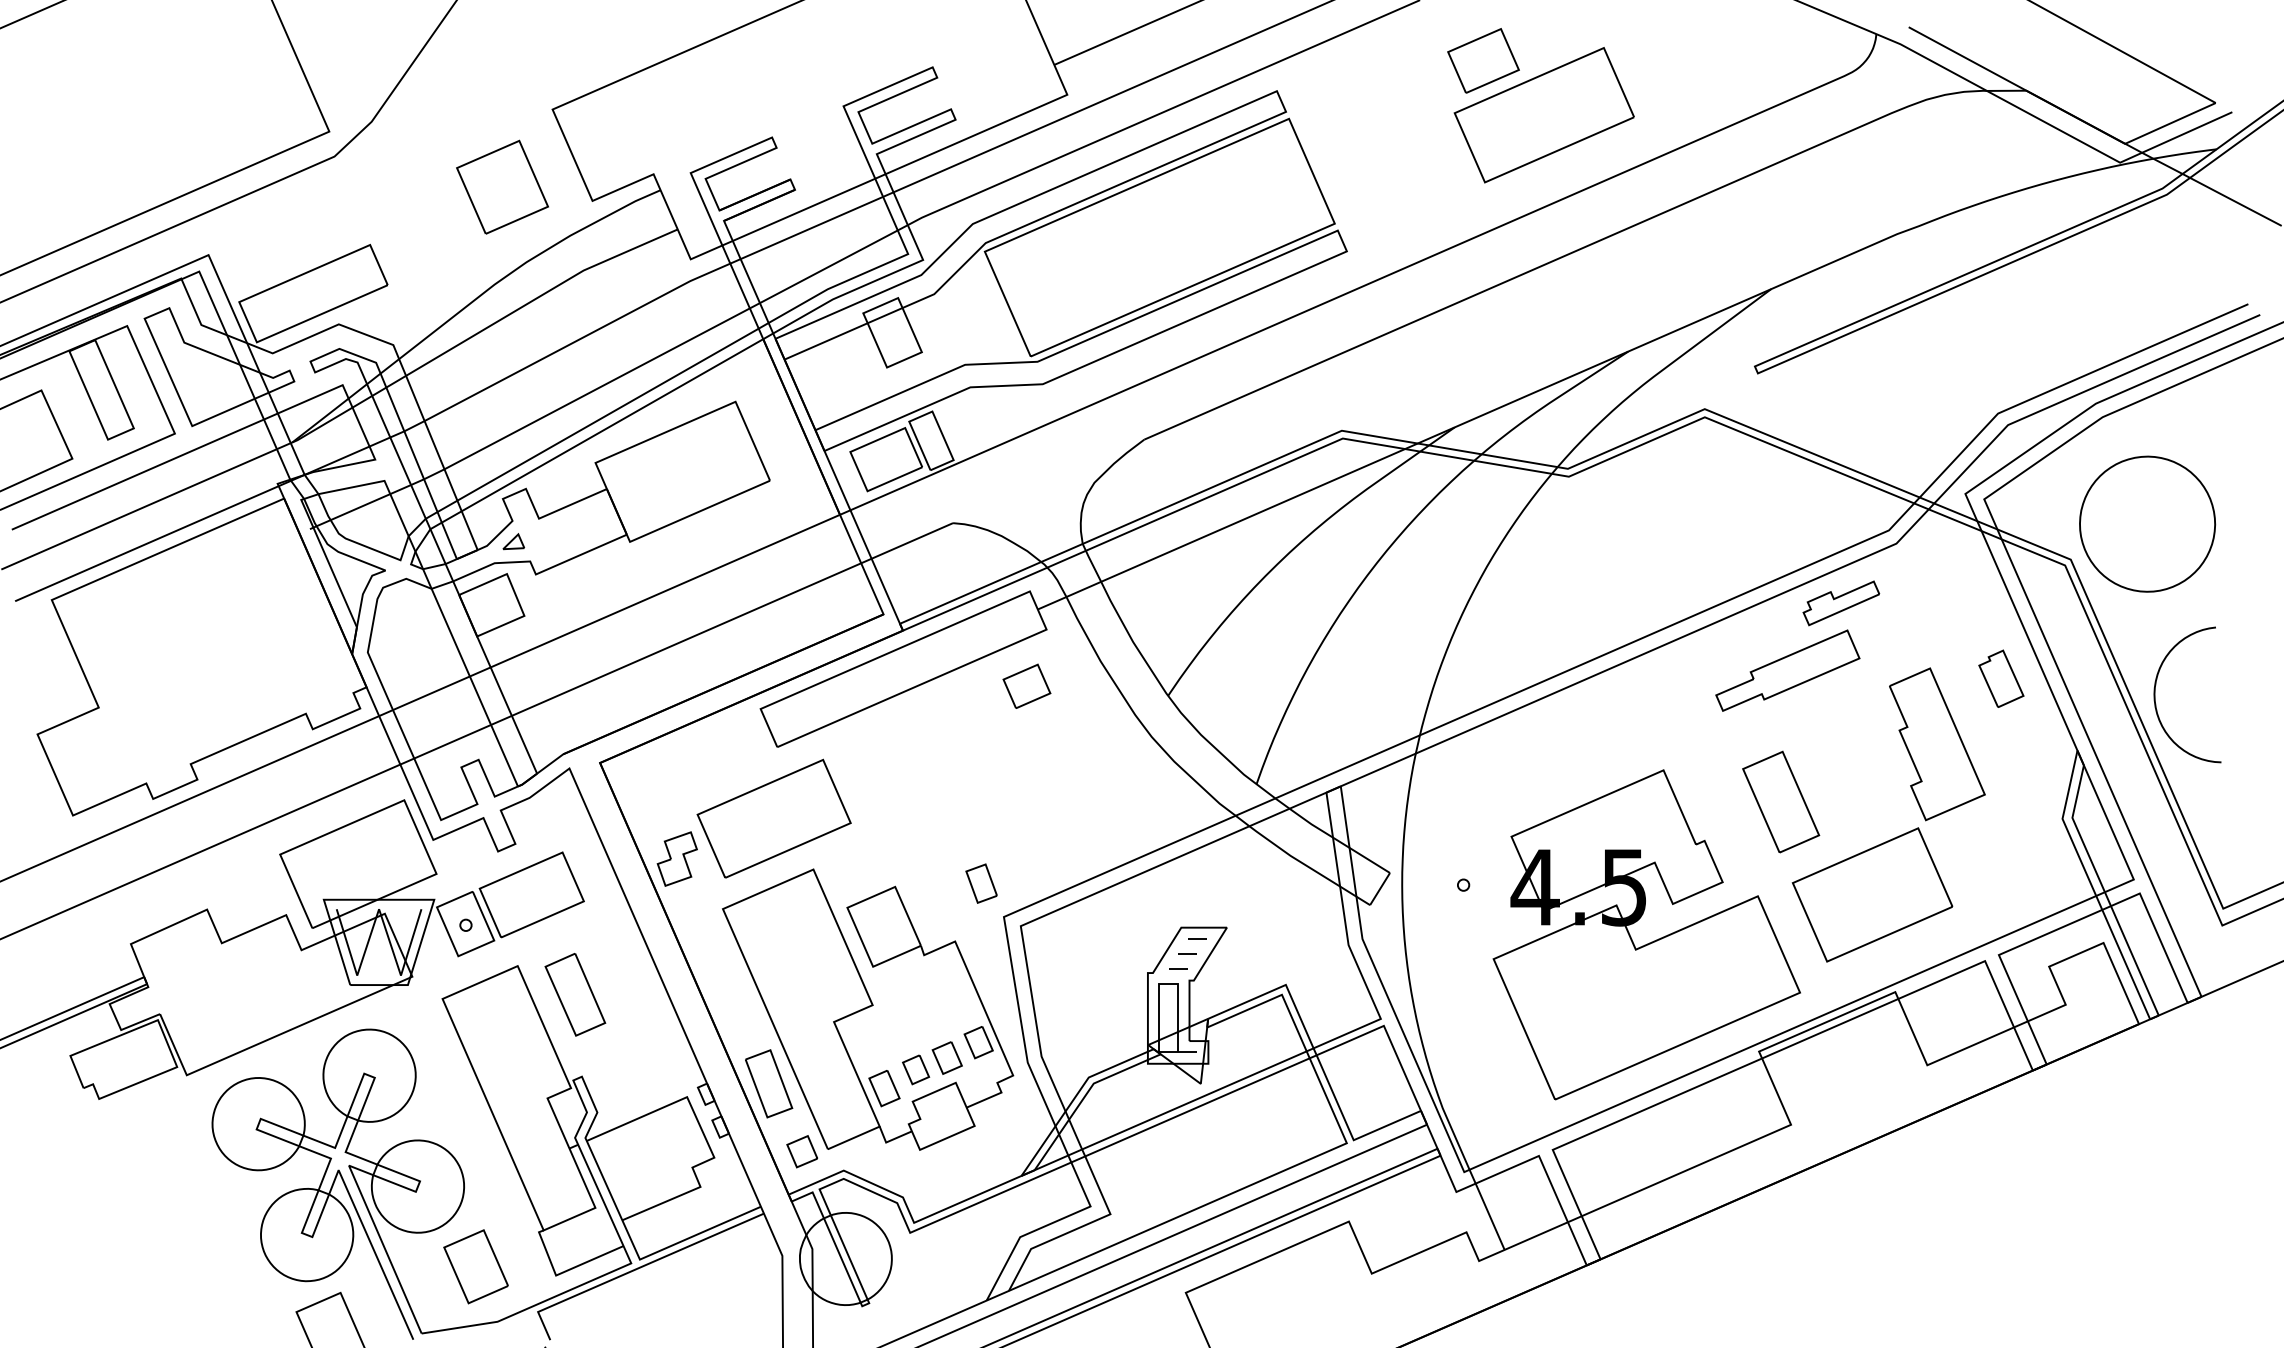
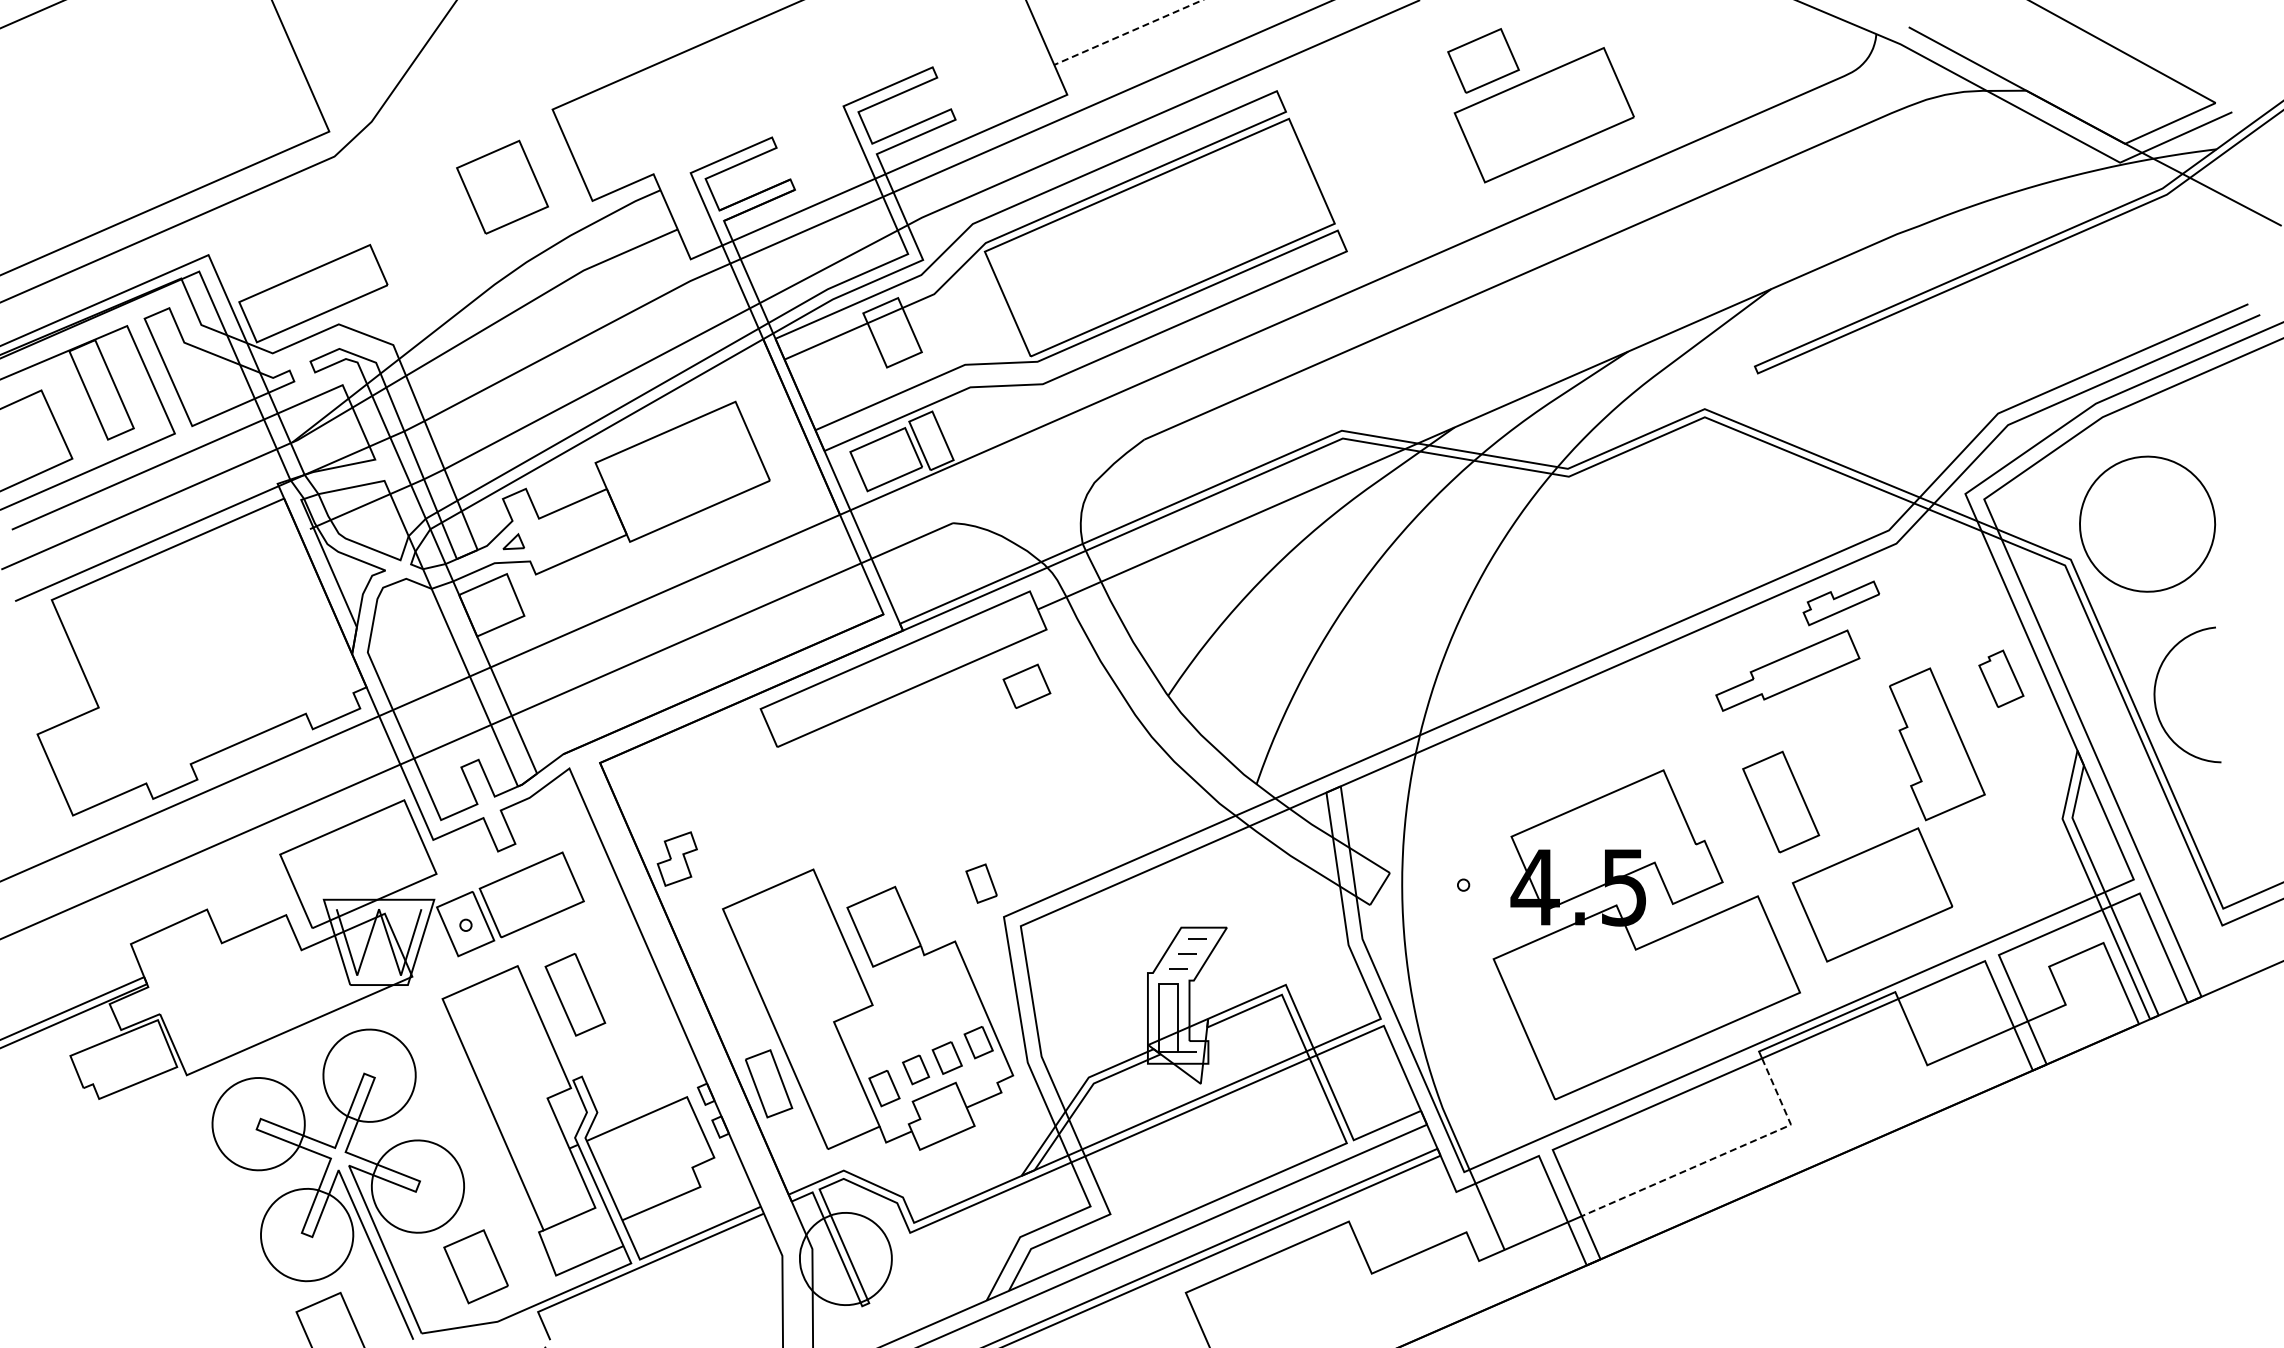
line at (1128, 32): solid -> dashed
part at (773, 818): present -> none
part at (802, 1151): present -> none
line at (1719, 1155): solid -> dashed
